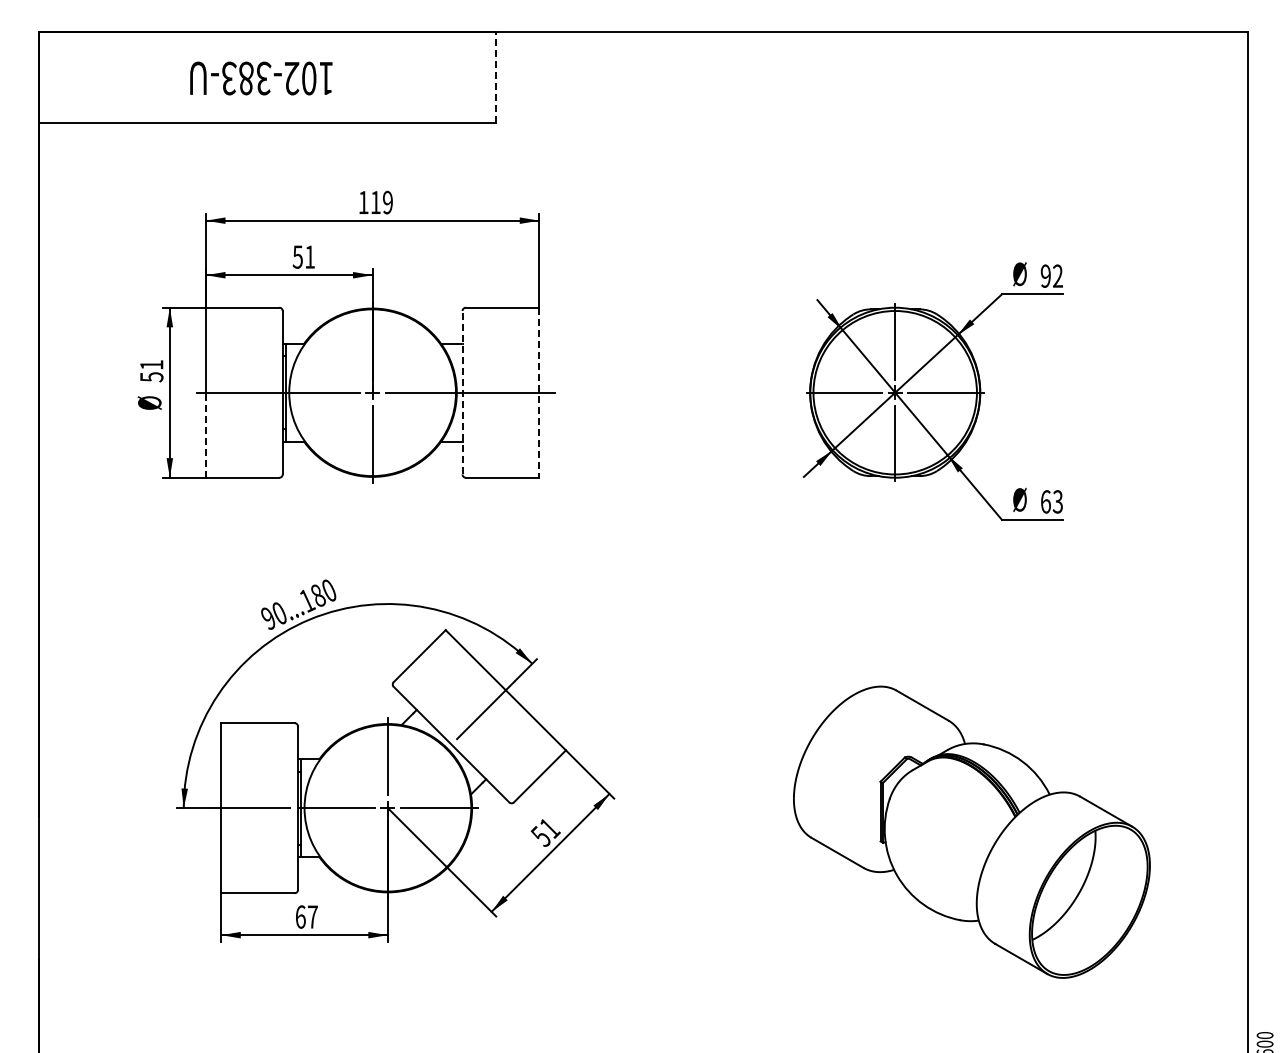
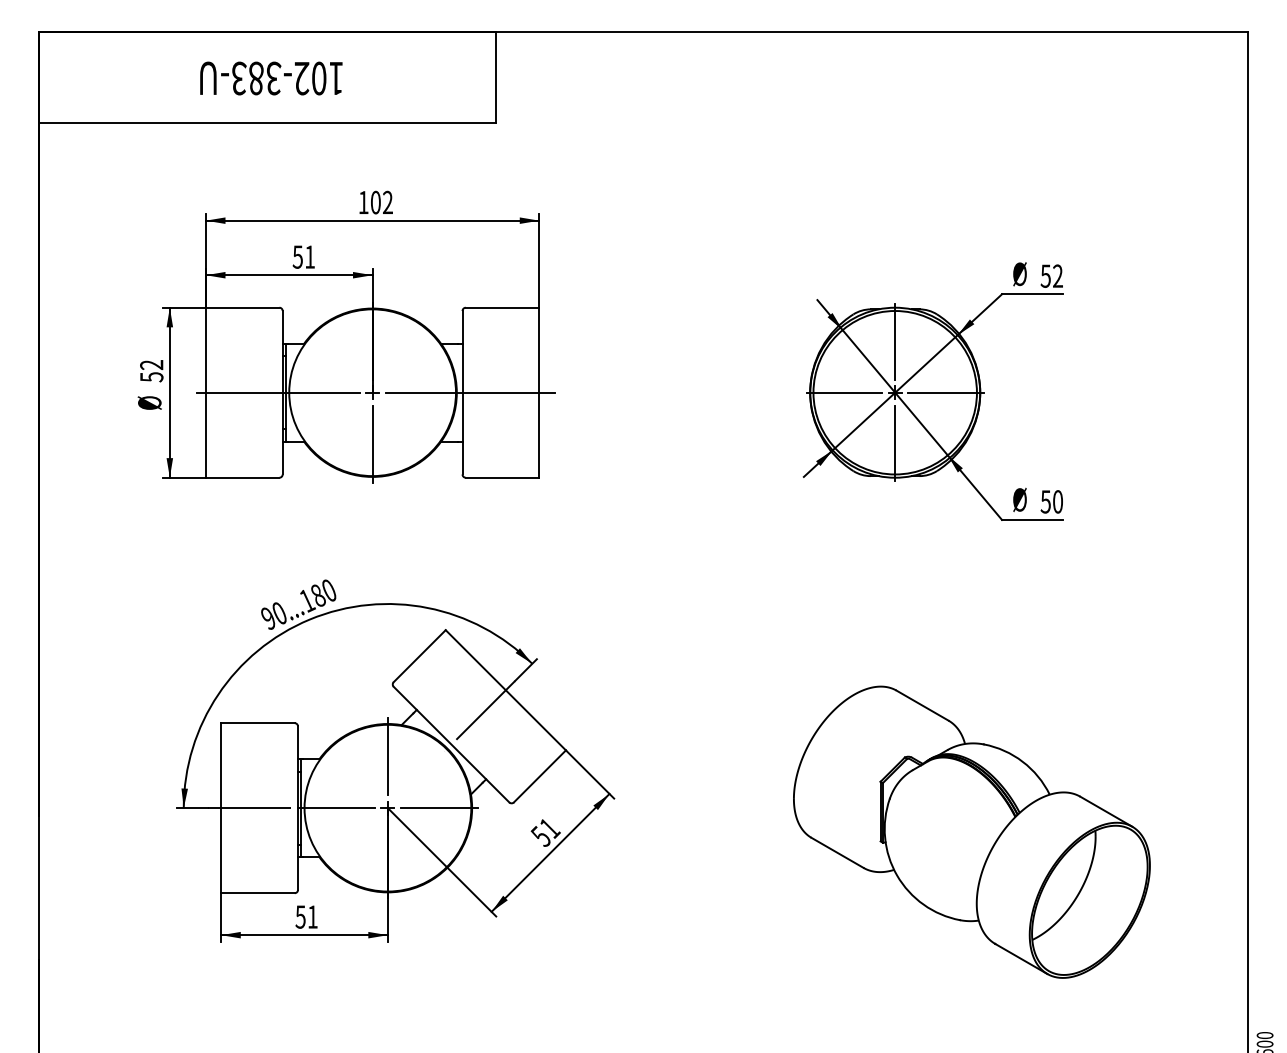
line at (496, 77): dashed -> solid
text at (261, 78) position: (261, 78) -> (271, 78)
text at (381, 202): 119 -> 102
text at (1045, 275): 92 -> 52
text at (151, 365): 51 -> 52
line at (462, 392): dashed -> solid
line at (539, 393): dashed -> solid
line at (205, 435): dashed -> solid
text at (1051, 501): 63 -> 50
text at (306, 916): 67 -> 51
